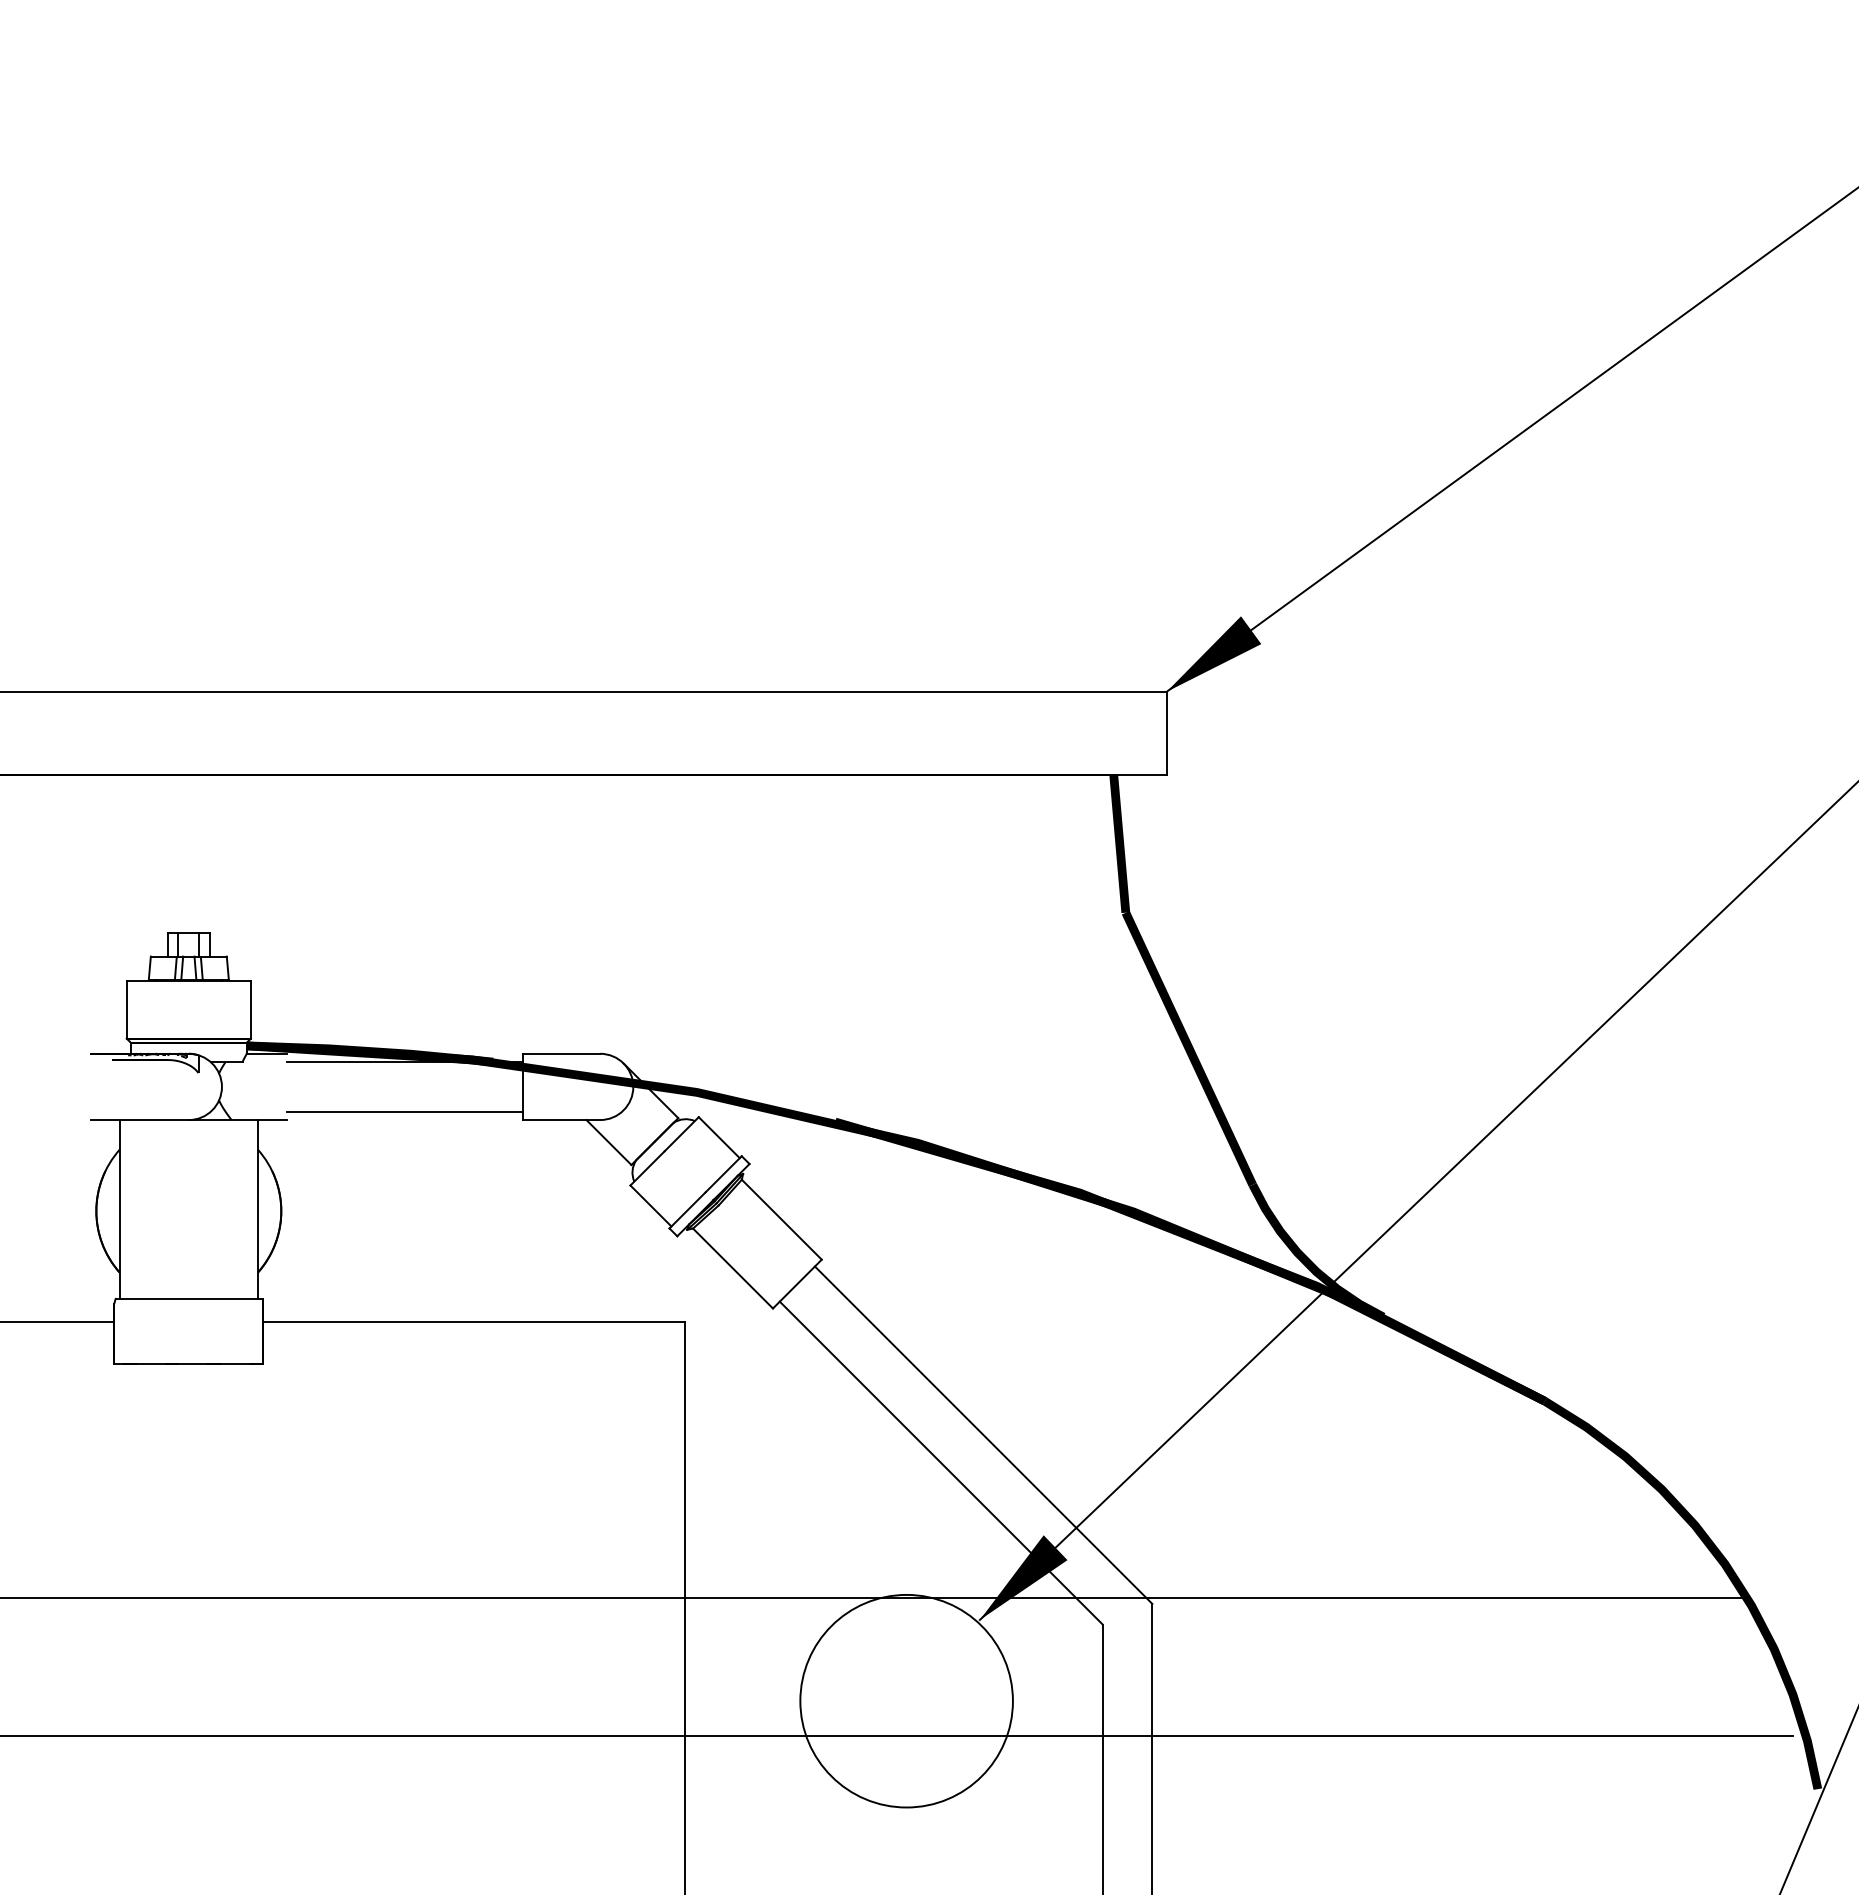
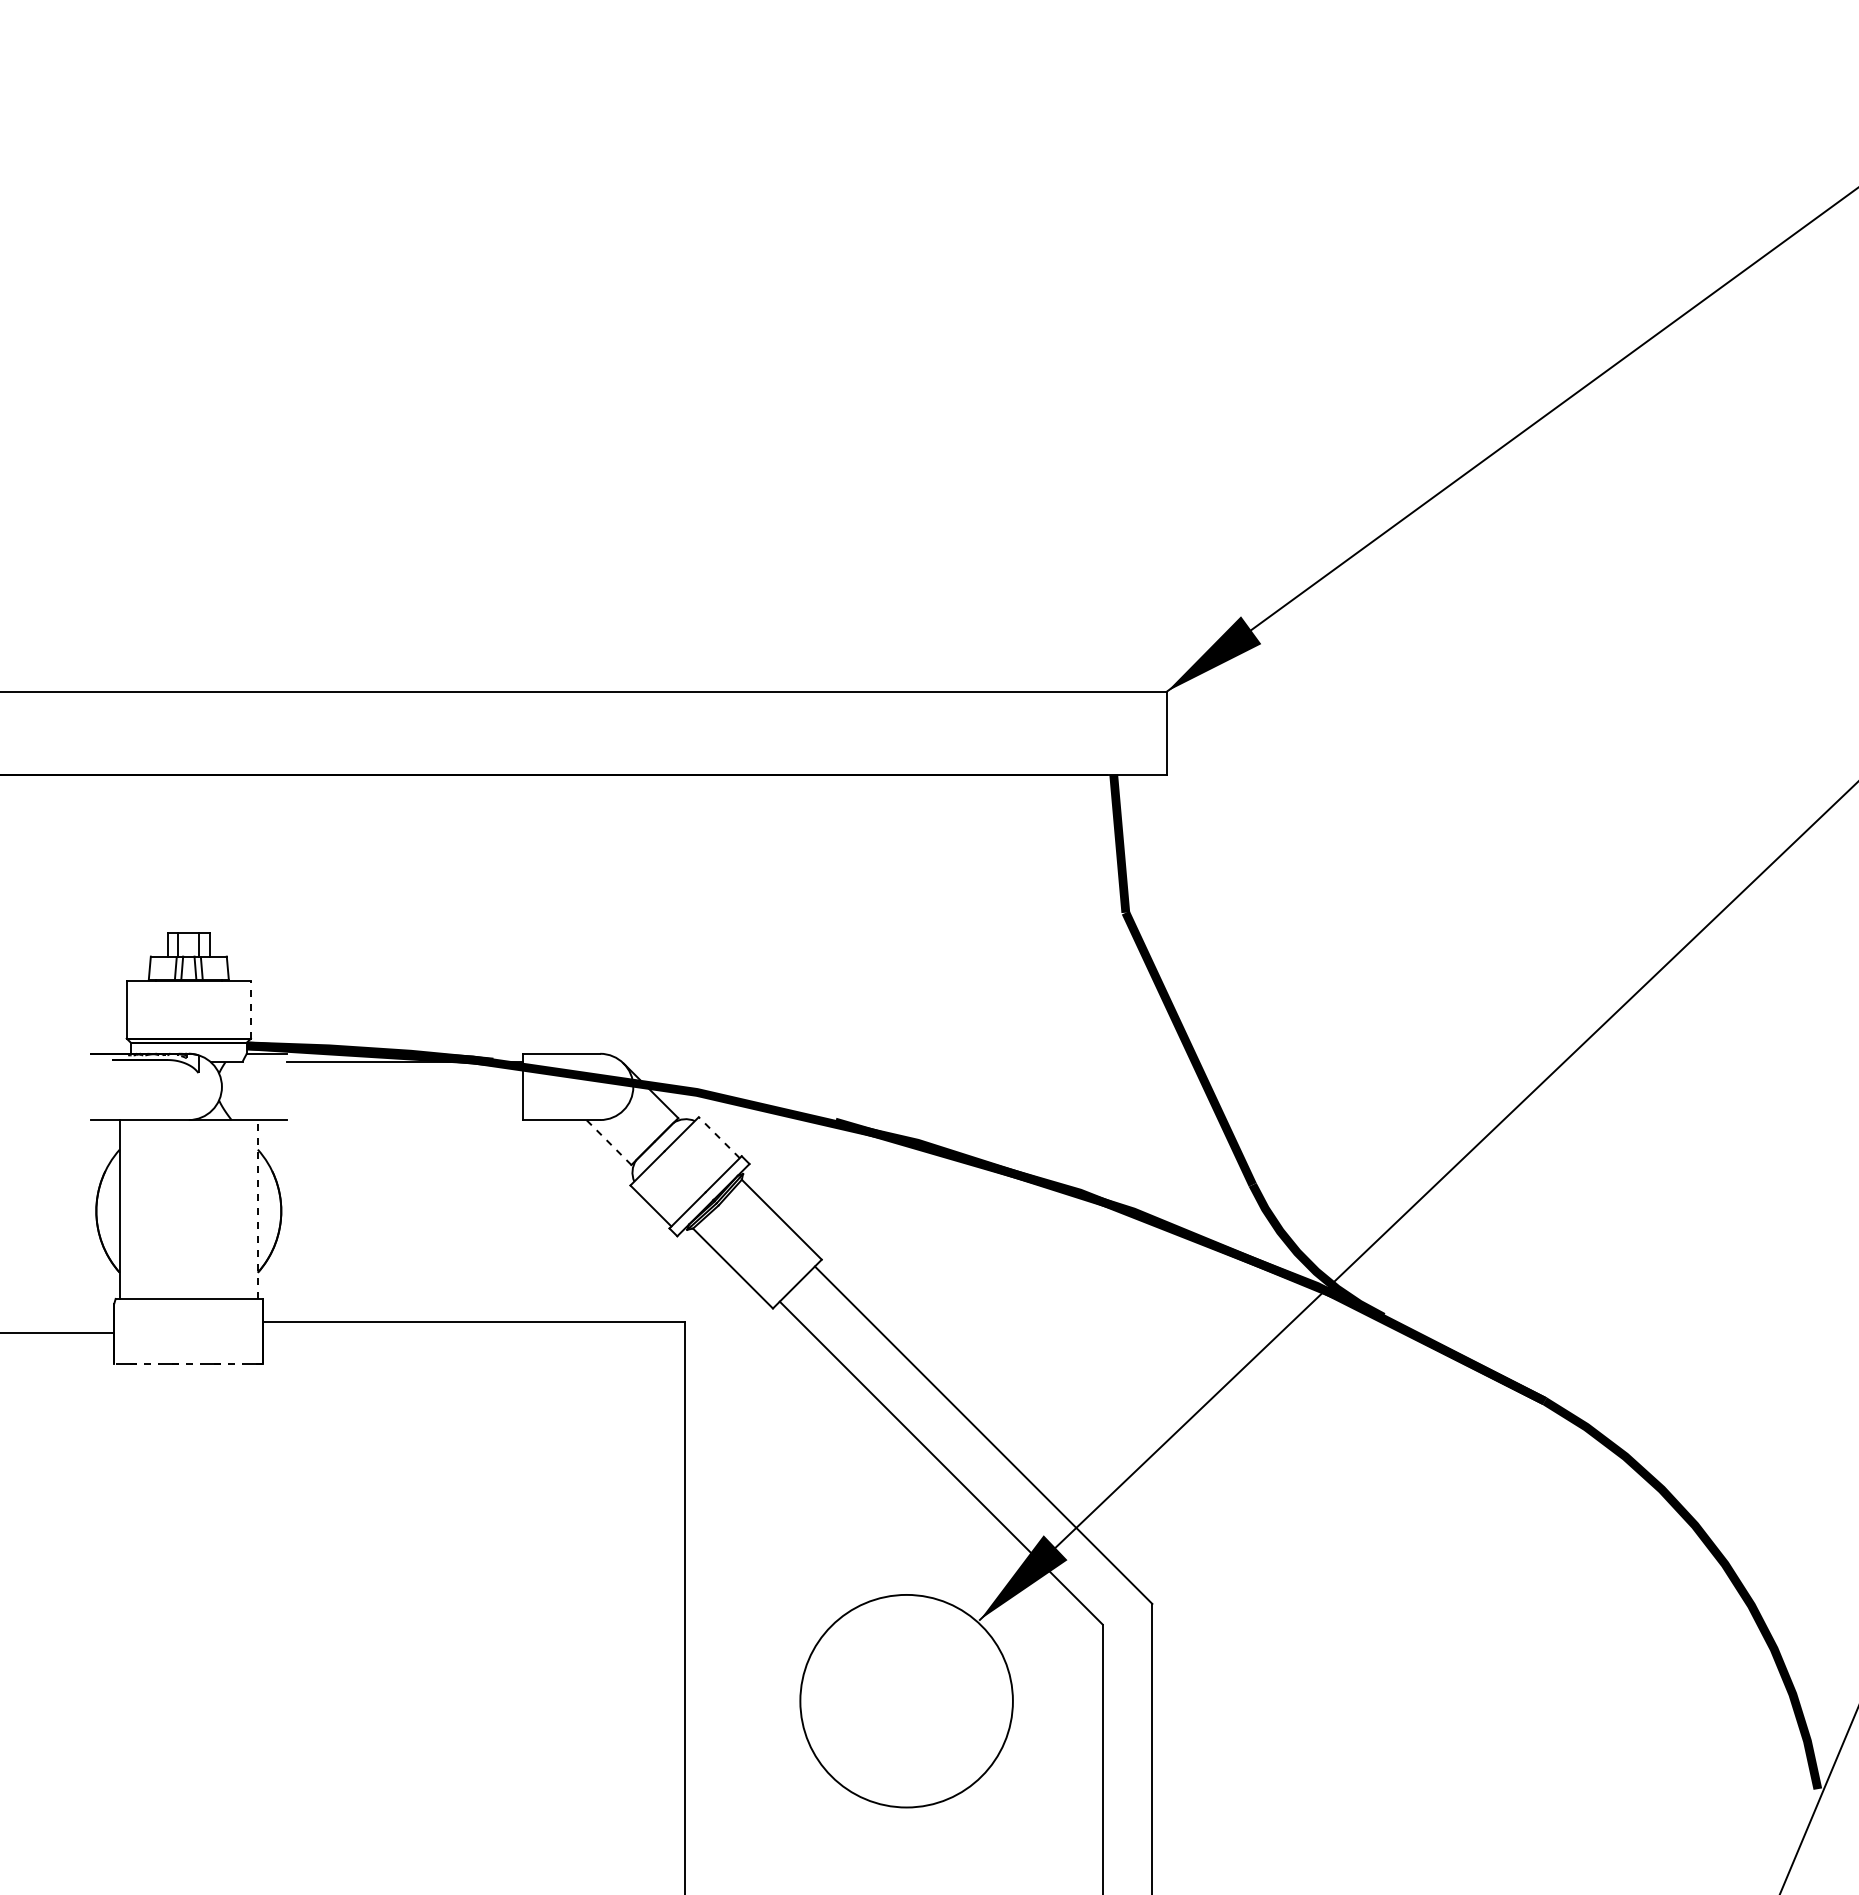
line at (250, 1010): solid -> dashed
line at (404, 1111): present -> none
line at (719, 1137): solid -> dashed
line at (608, 1142): solid -> dashed
line at (257, 1209): solid -> dashed
line at (58, 1321) position: (58, 1321) -> (58, 1332)
line at (188, 1364): solid -> dashed
line at (874, 1597): present -> none
line at (897, 1735): present -> none
